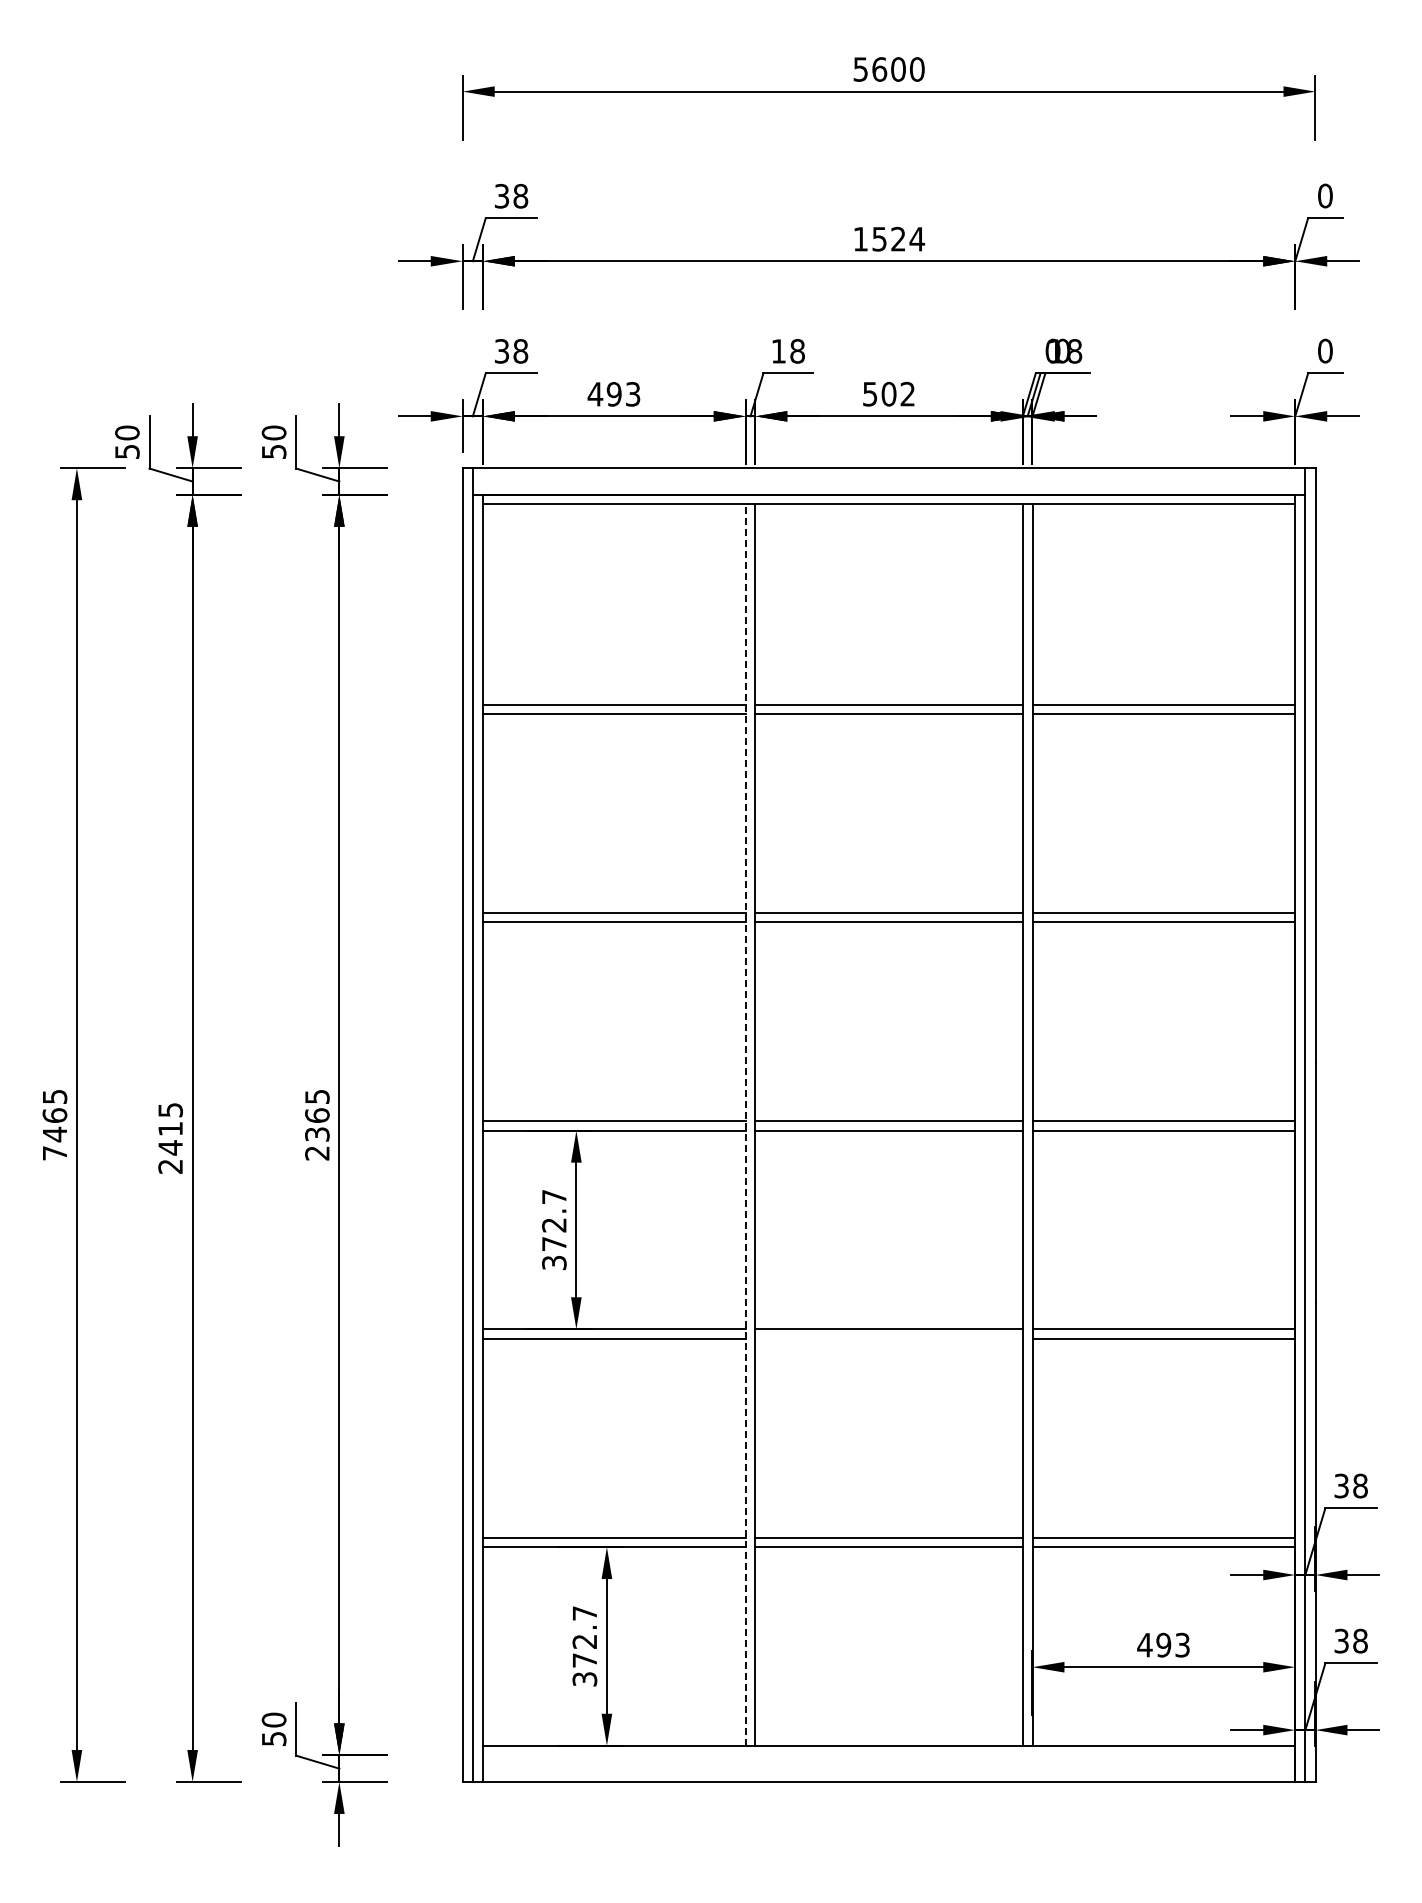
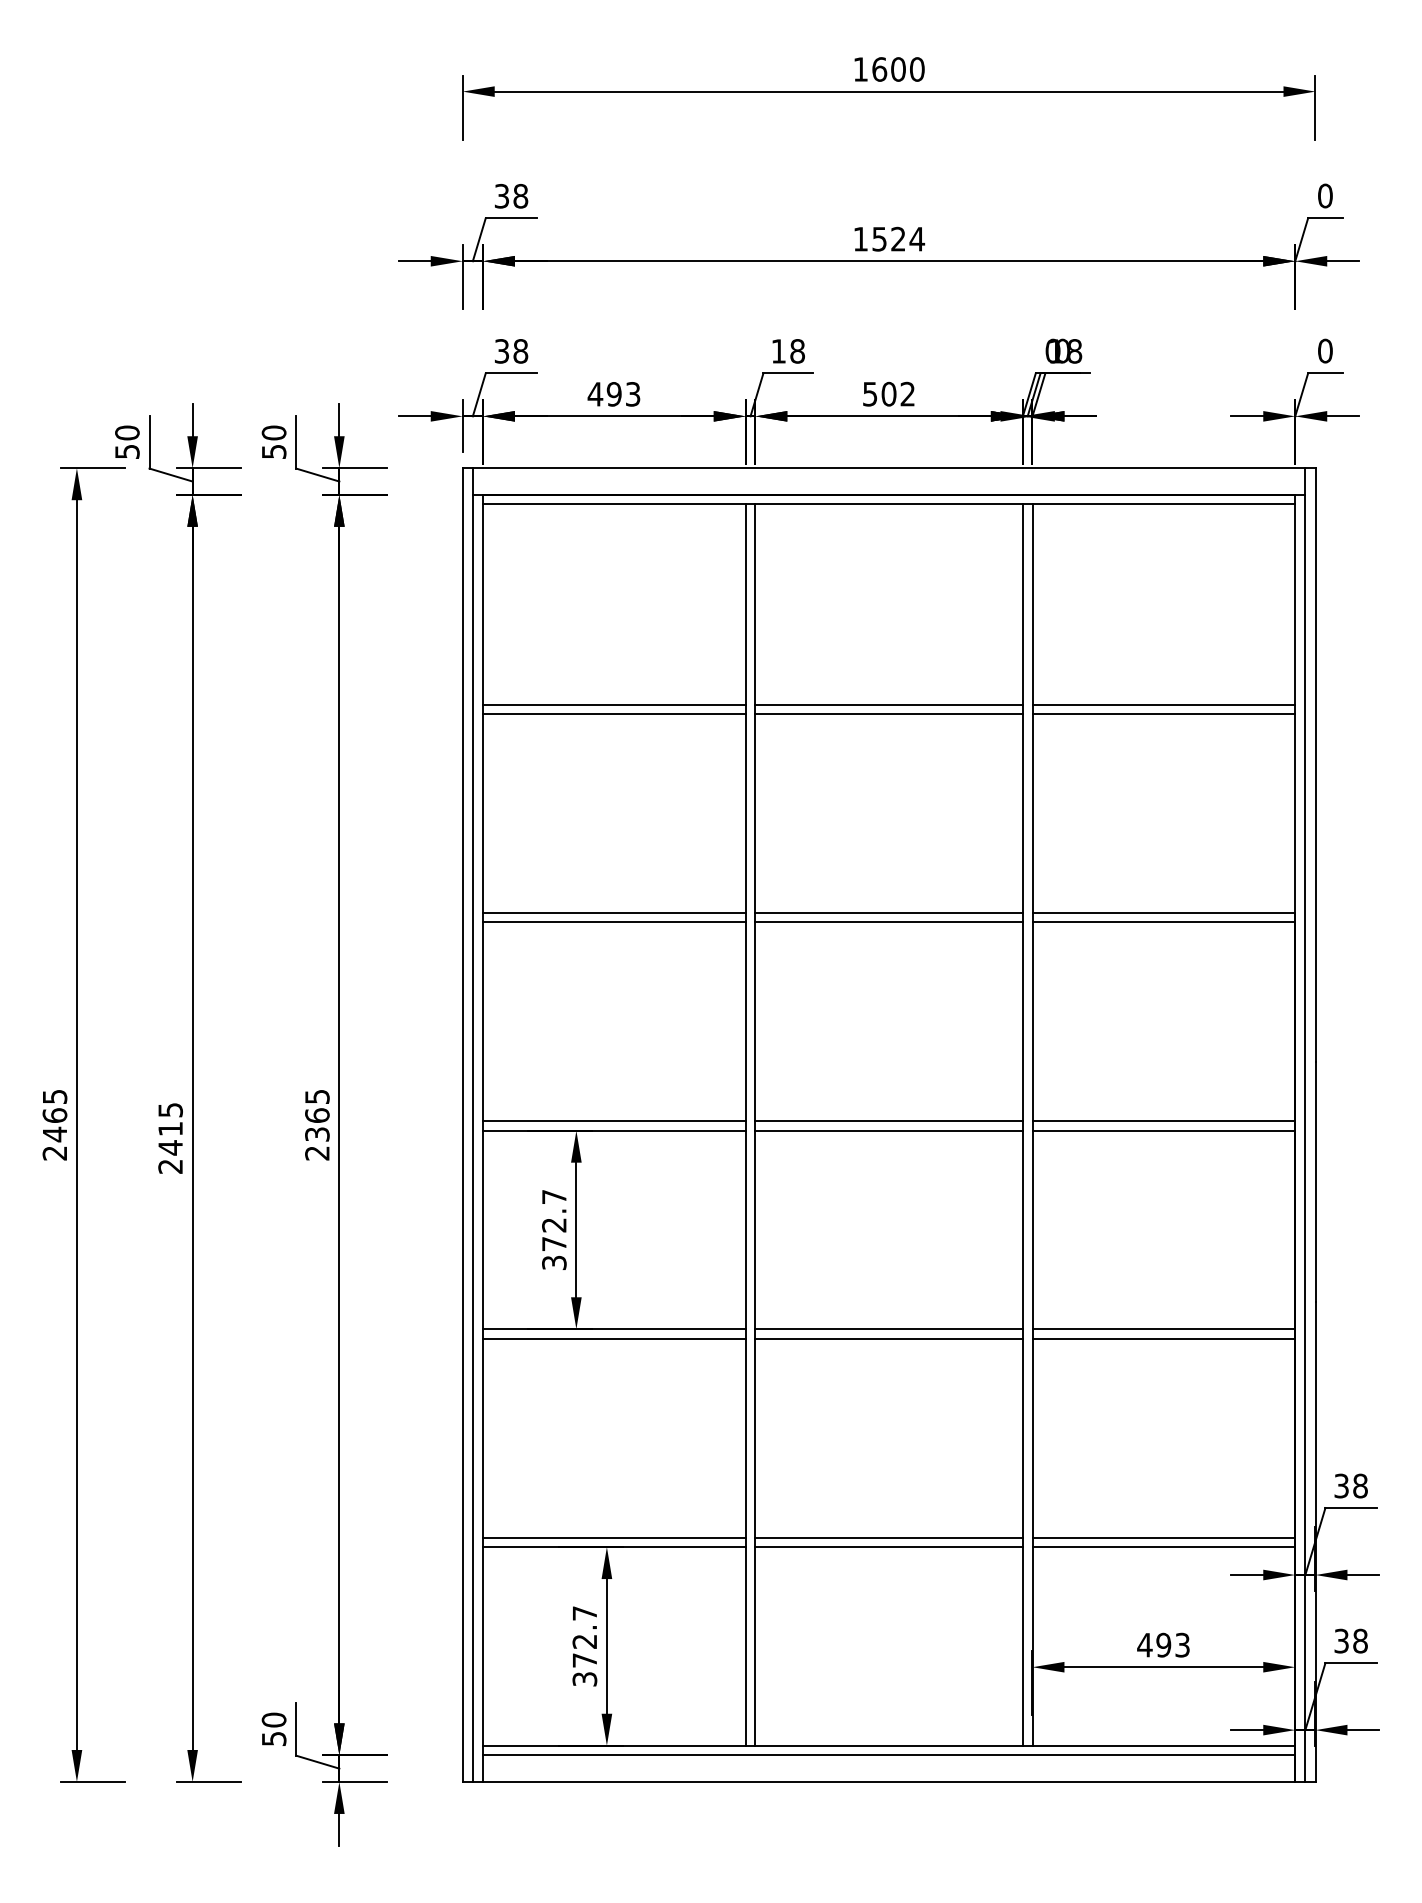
text at (860, 69): 5600 -> 1600
line at (745, 1125): dashed -> solid
text at (54, 1153): 7465 -> 2465
line at (888, 1338): none -> present
line at (889, 1755): none -> present
